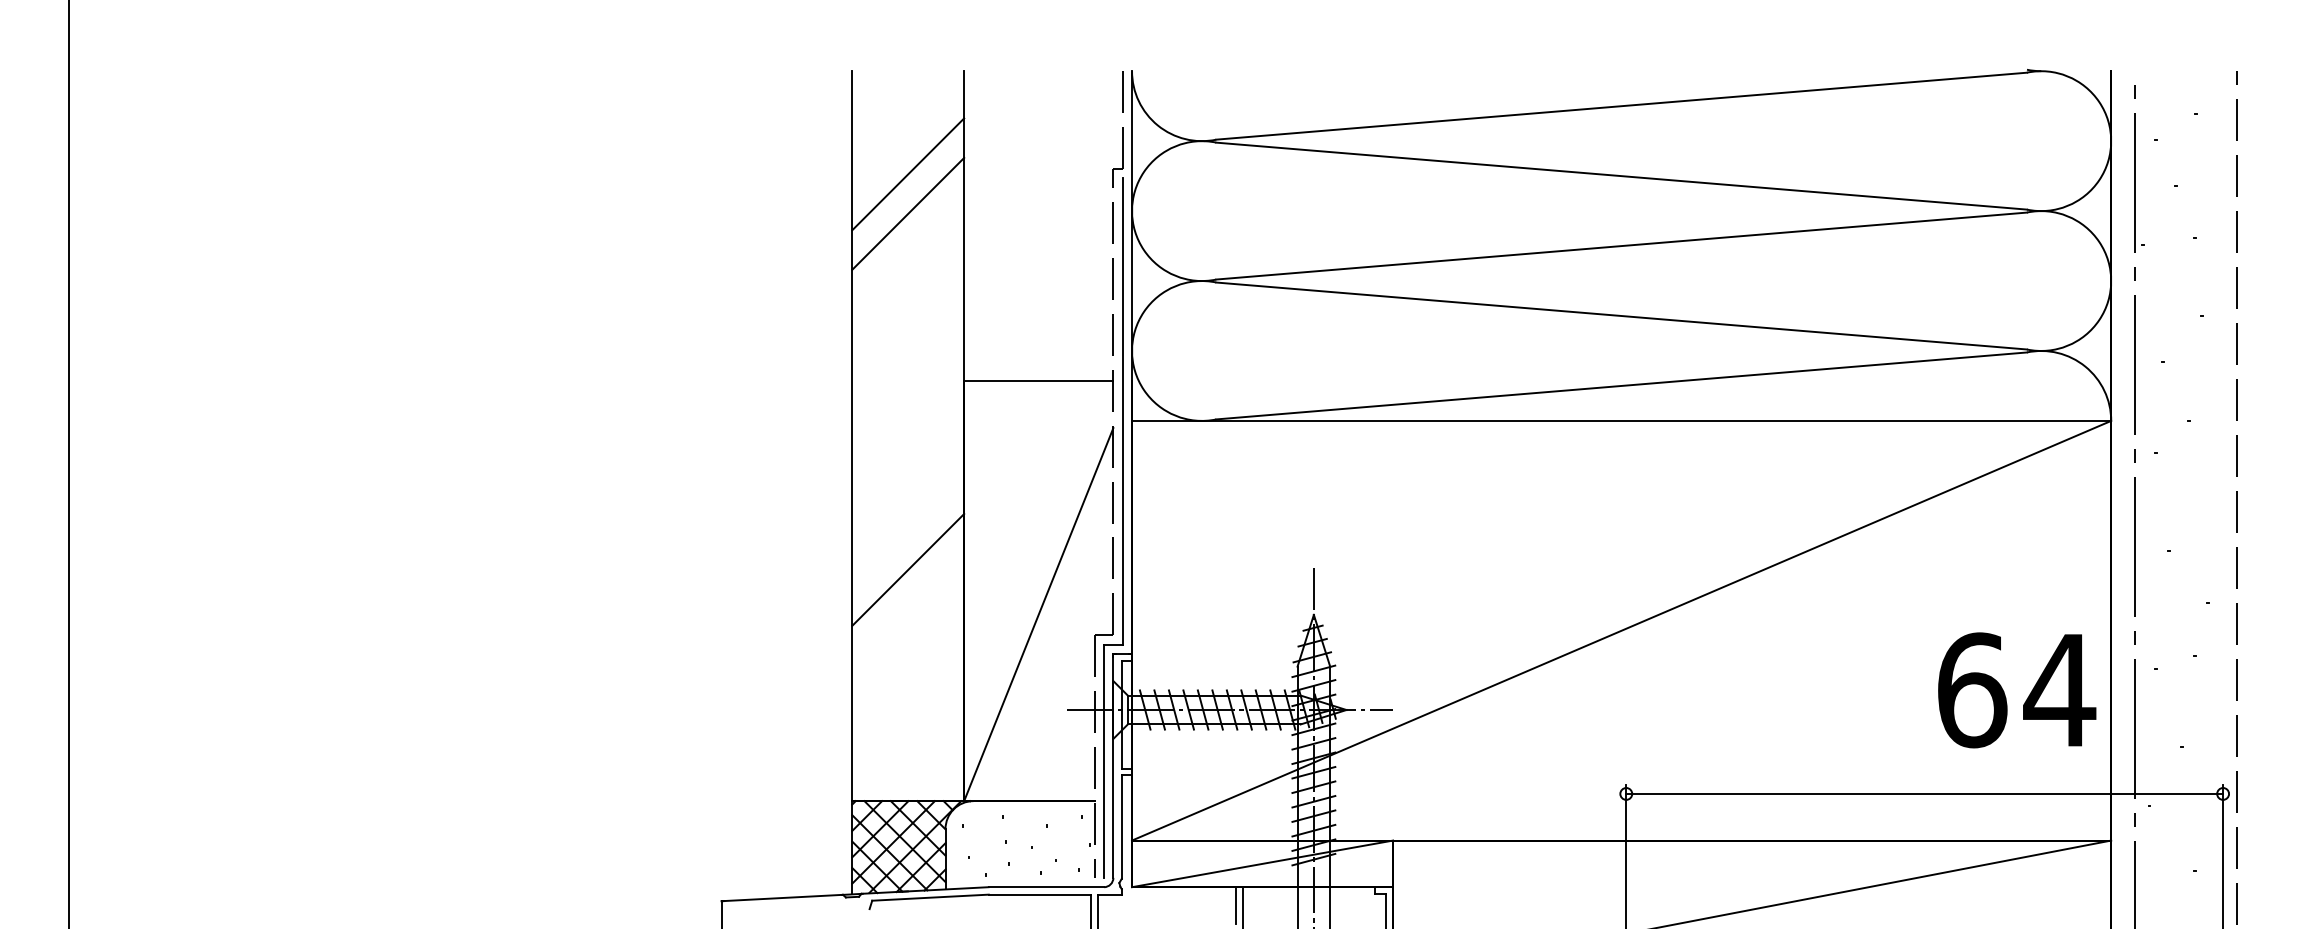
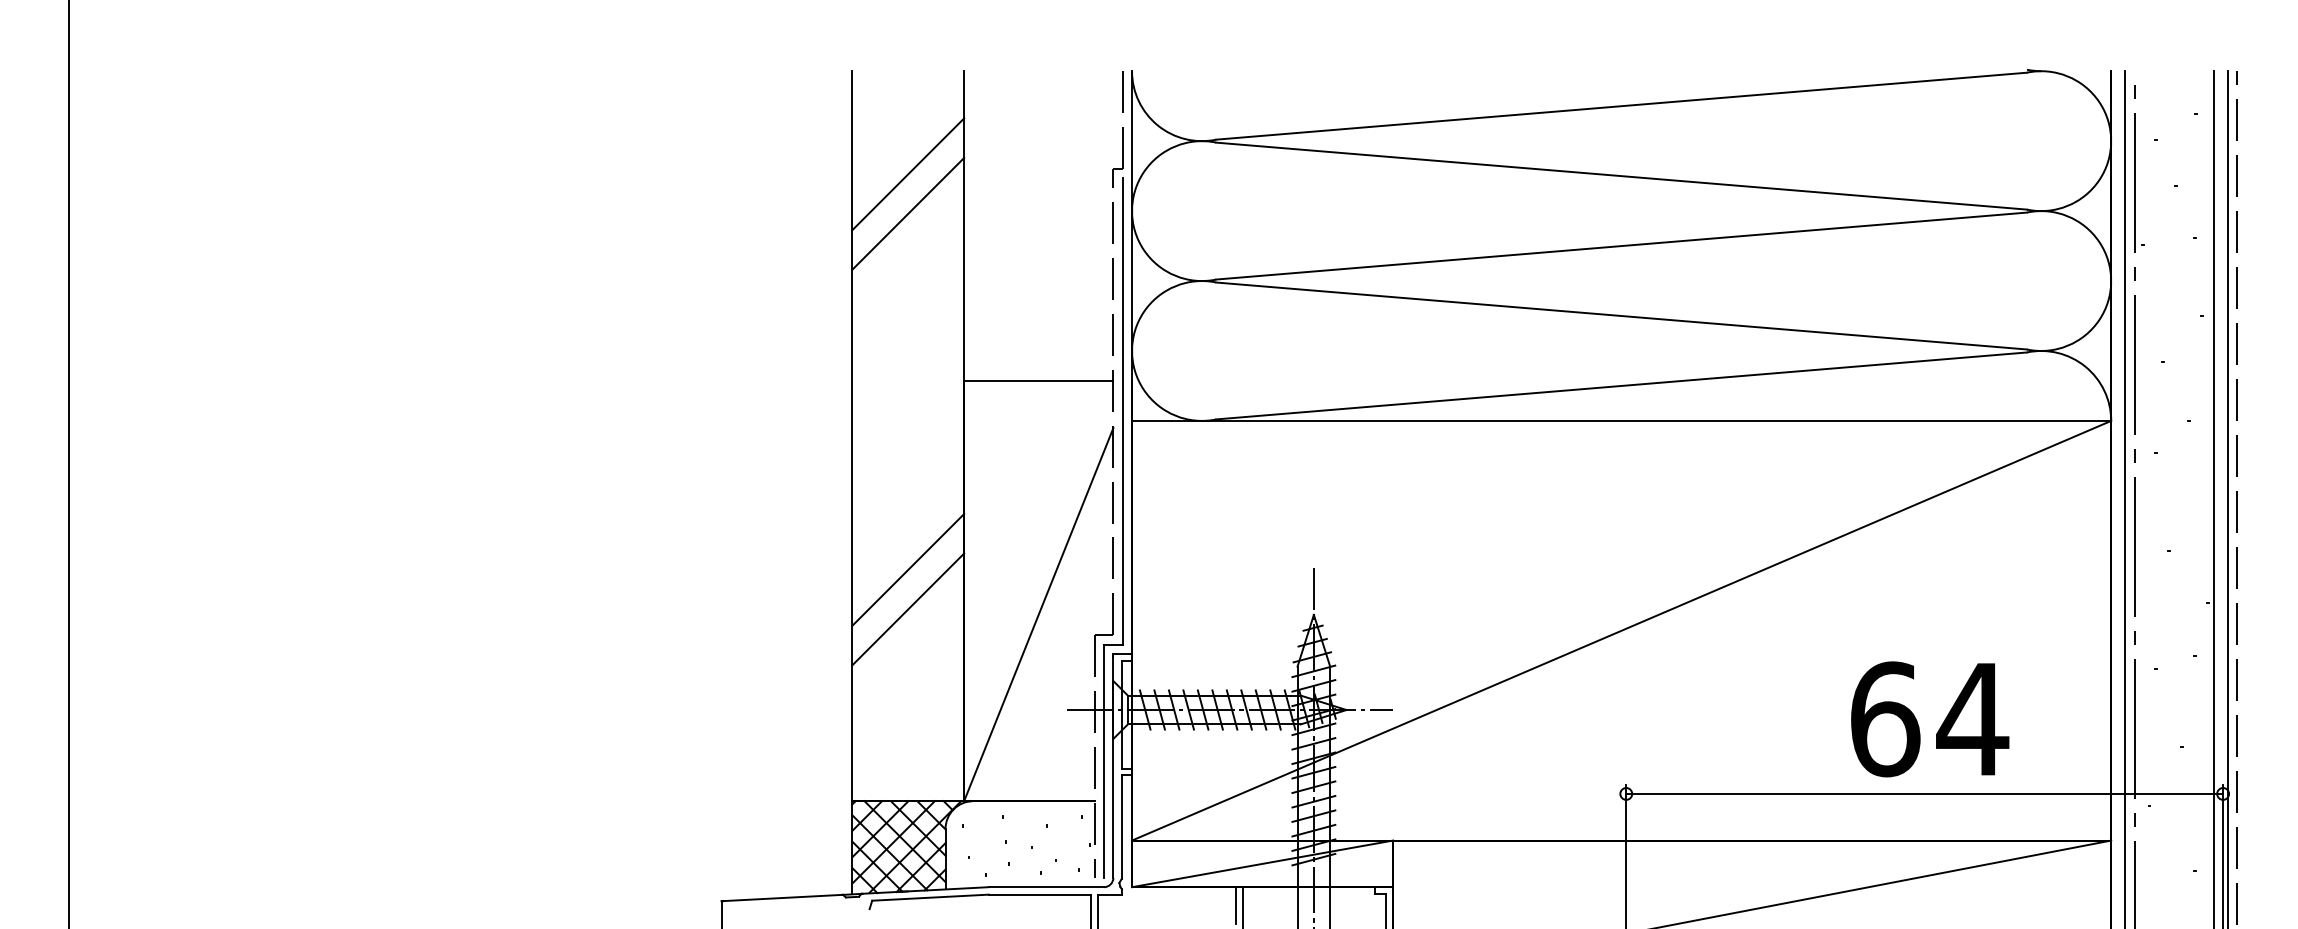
line at (2125, 498): none -> present
line at (2213, 498): none -> present
line at (2227, 498): none -> present
line at (908, 609): none -> present
text at (2017, 690) position: (2017, 690) -> (1930, 719)
